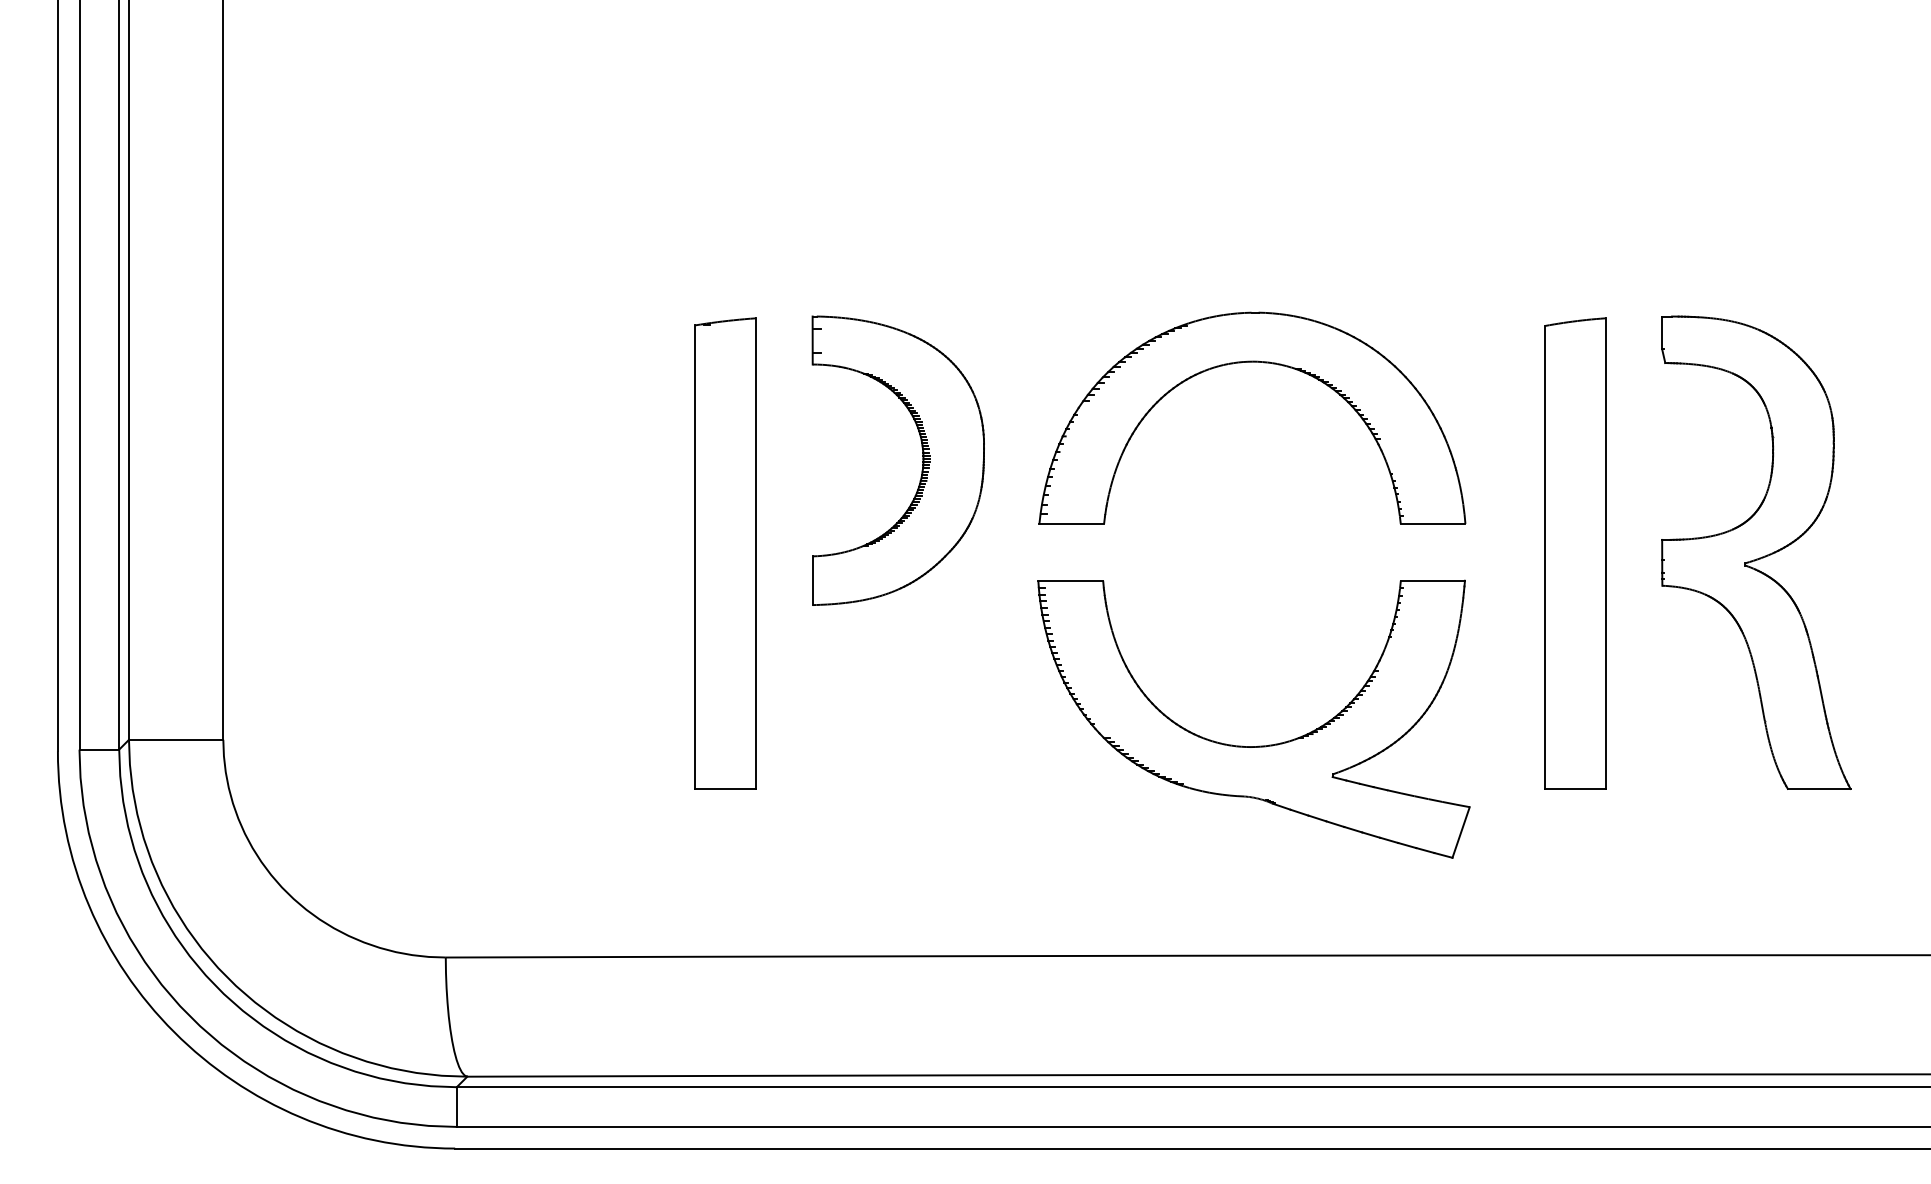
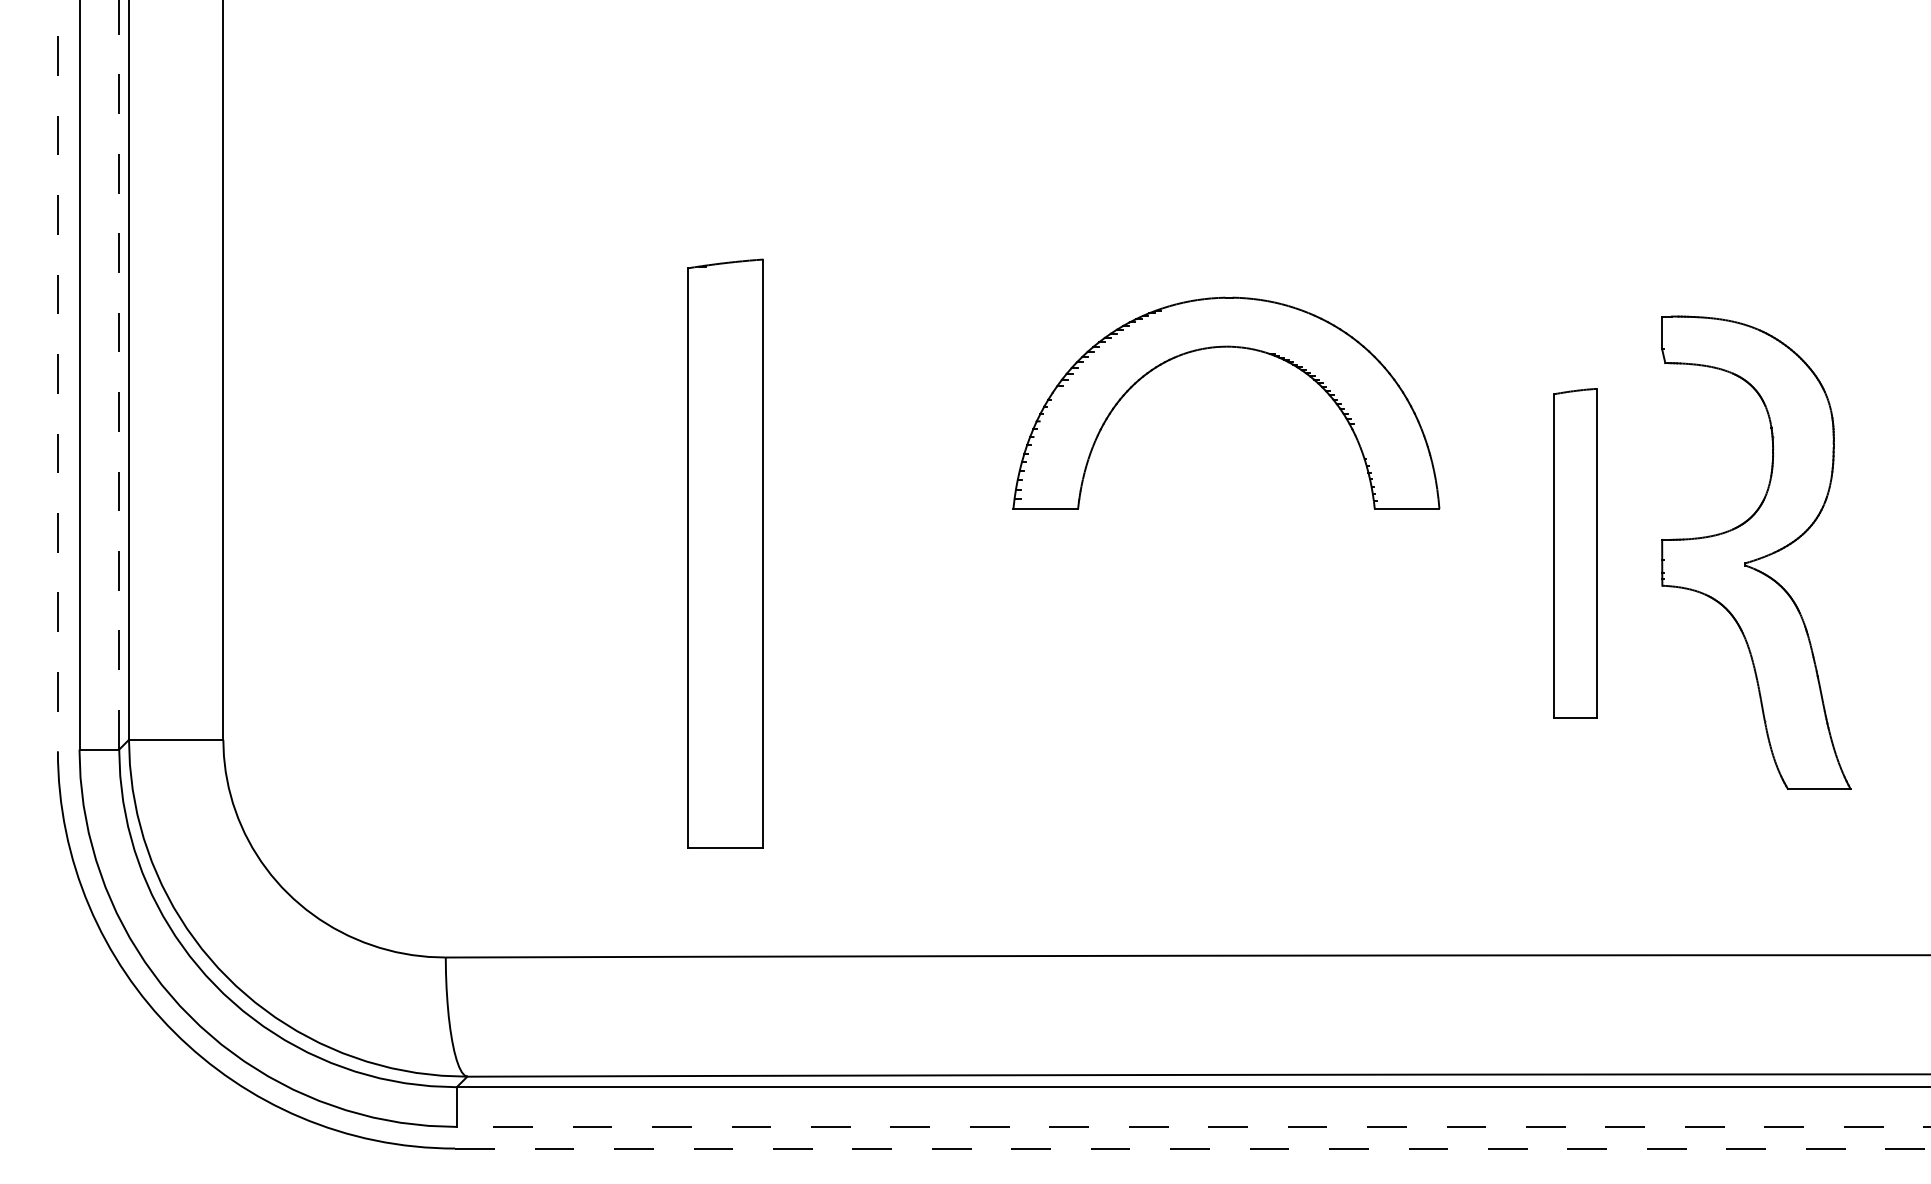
part at (1252, 362) position: (1252, 362) -> (1226, 347)
line at (119, 374): solid -> dashed
line at (57, 376): solid -> dashed
part at (922, 460): present -> none
part at (725, 553) size: 63x473 px -> 77x591 px
part at (1575, 553) size: 63x473 px -> 45x331 px
part at (1258, 745): present -> none
line at (1193, 1126): solid -> dashed
line at (1193, 1148): solid -> dashed
